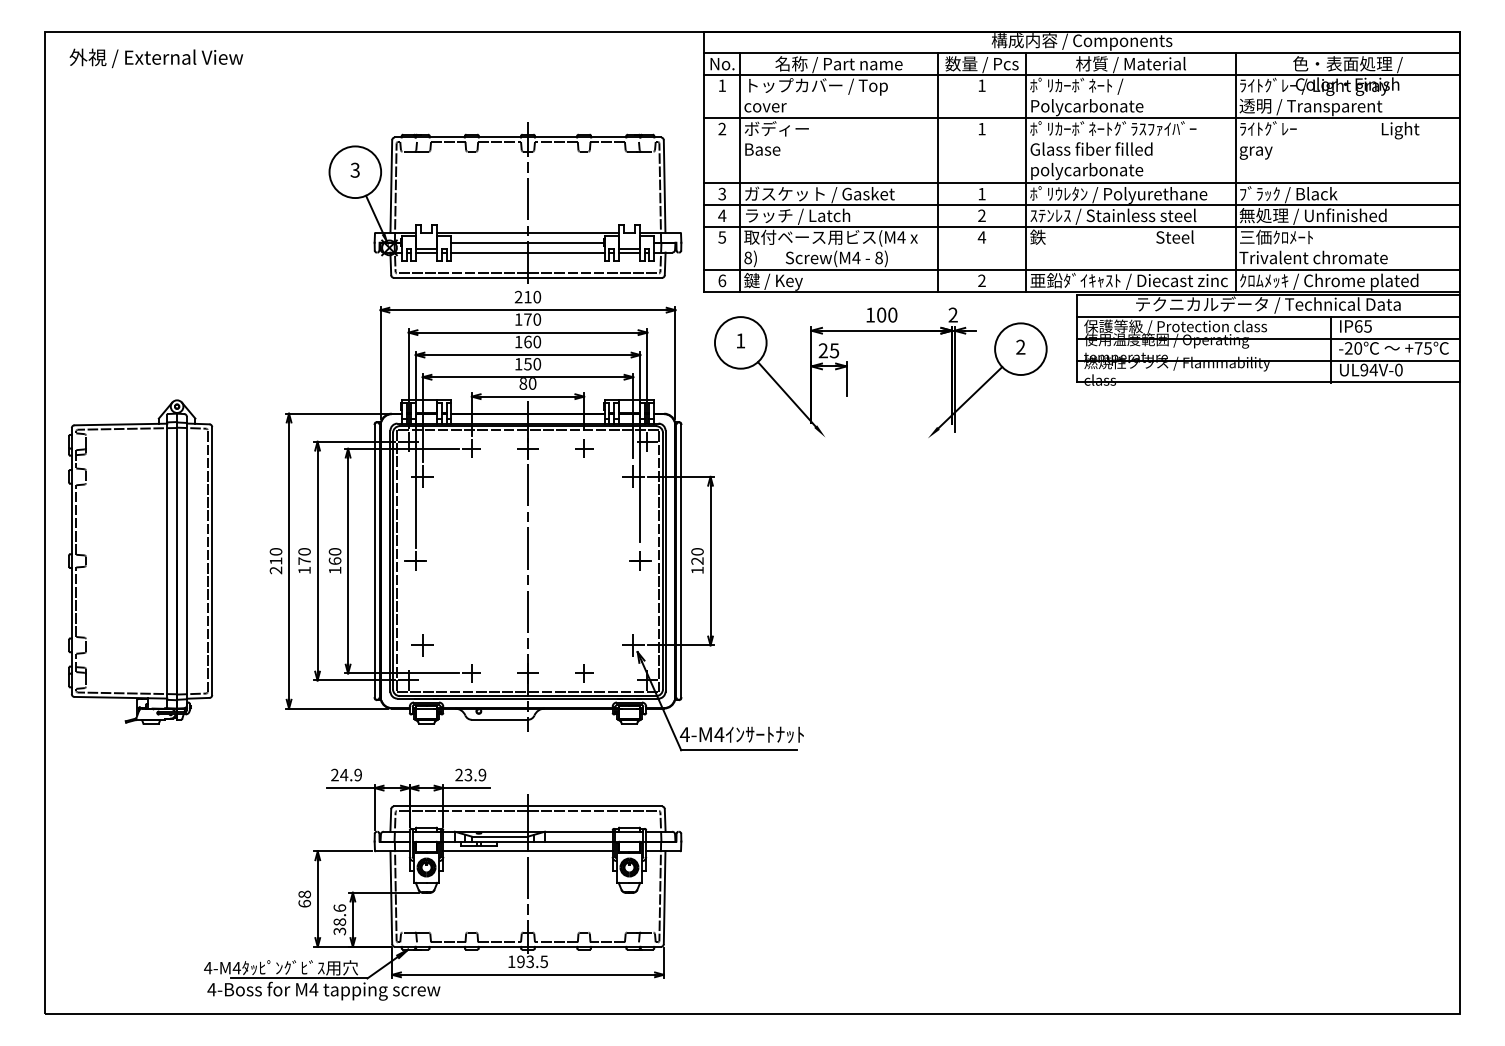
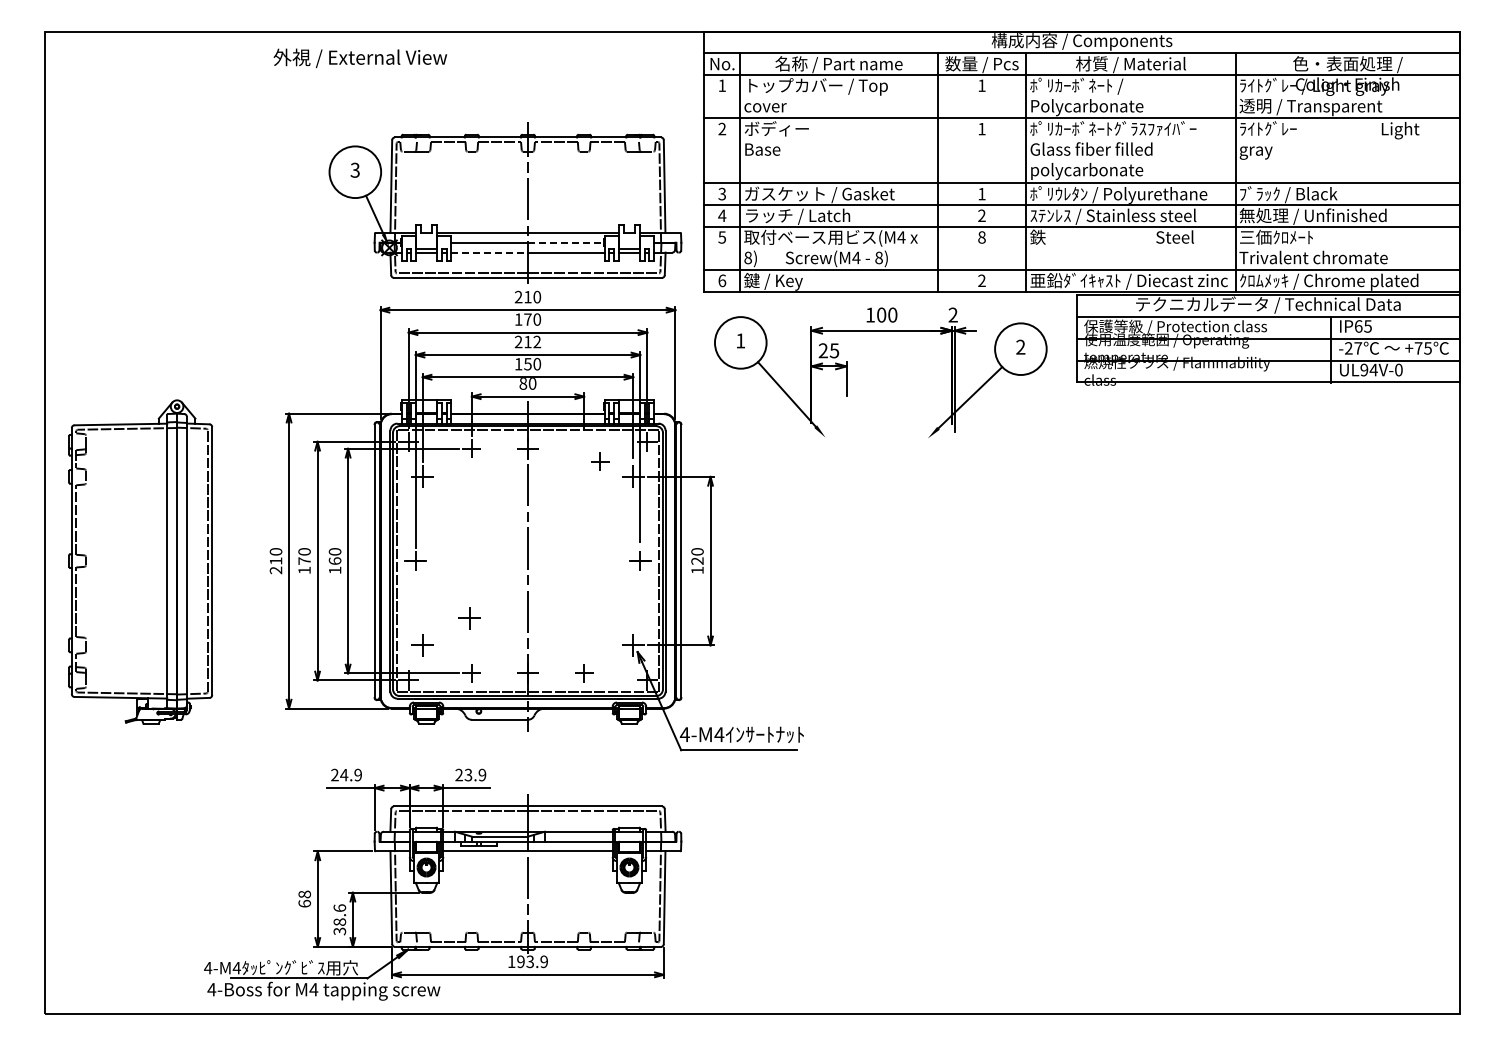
text at (156, 58) position: (156, 58) -> (360, 58)
text at (981, 237): 4 -> 8
line at (565, 242): solid -> dashed
line at (490, 252): solid -> dashed
text at (527, 341): 160 -> 212
text at (1358, 348): -20 -> -27
part at (584, 448) position: (584, 448) -> (600, 461)
part at (469, 618): none -> present
text at (543, 961): 193.5 -> 193.9
